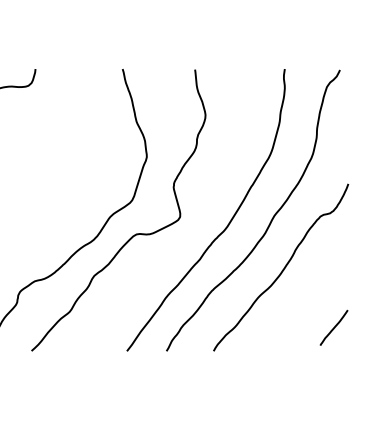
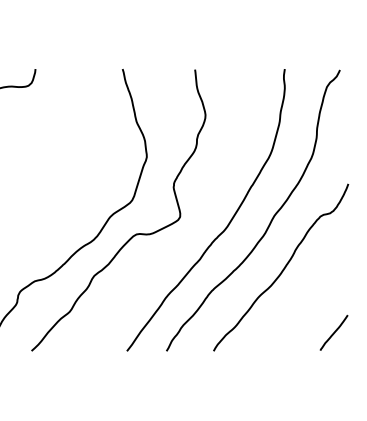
line at (333, 327) position: (333, 327) -> (333, 332)
